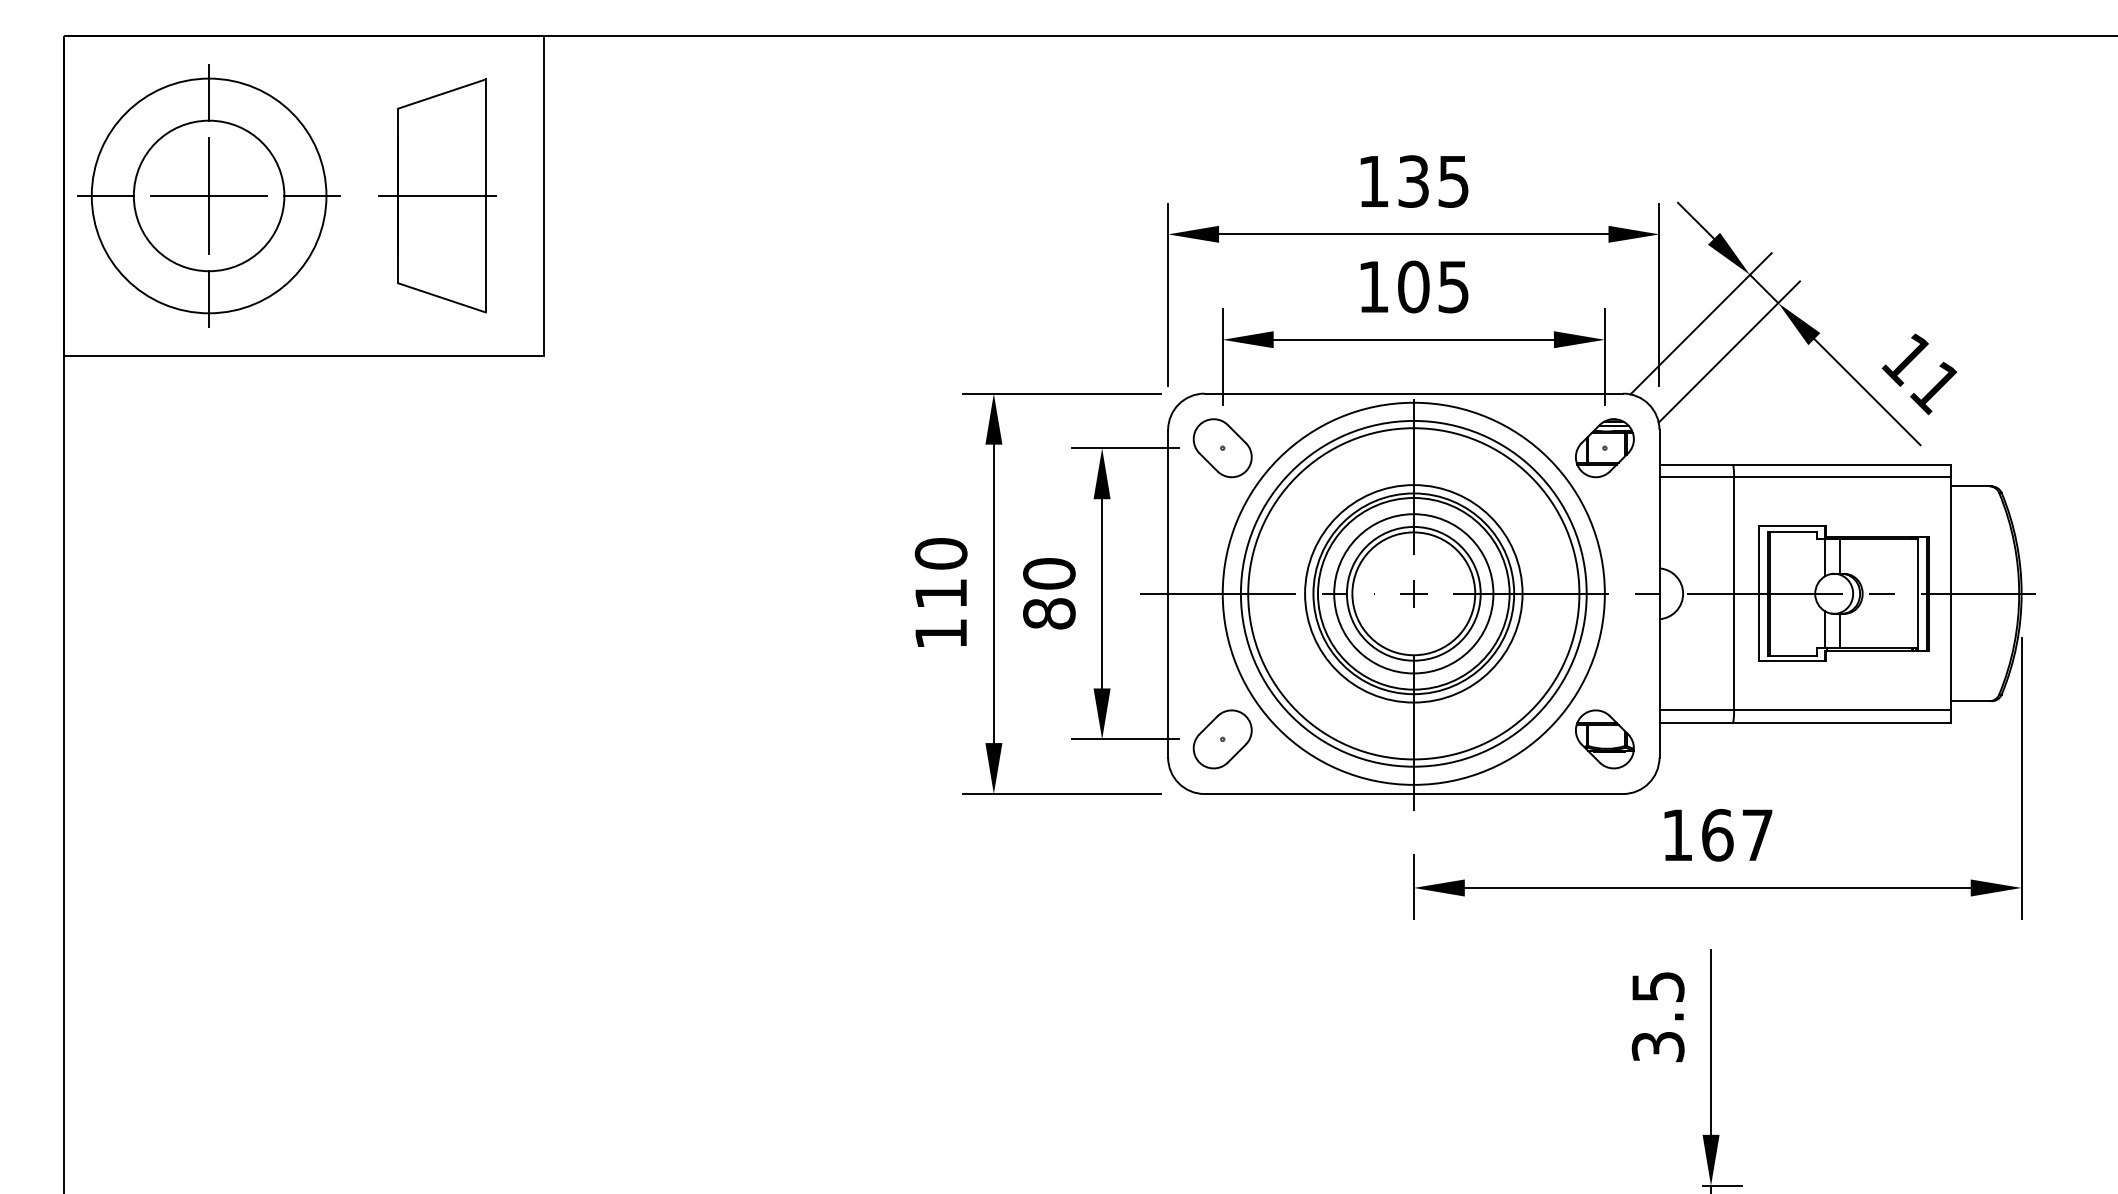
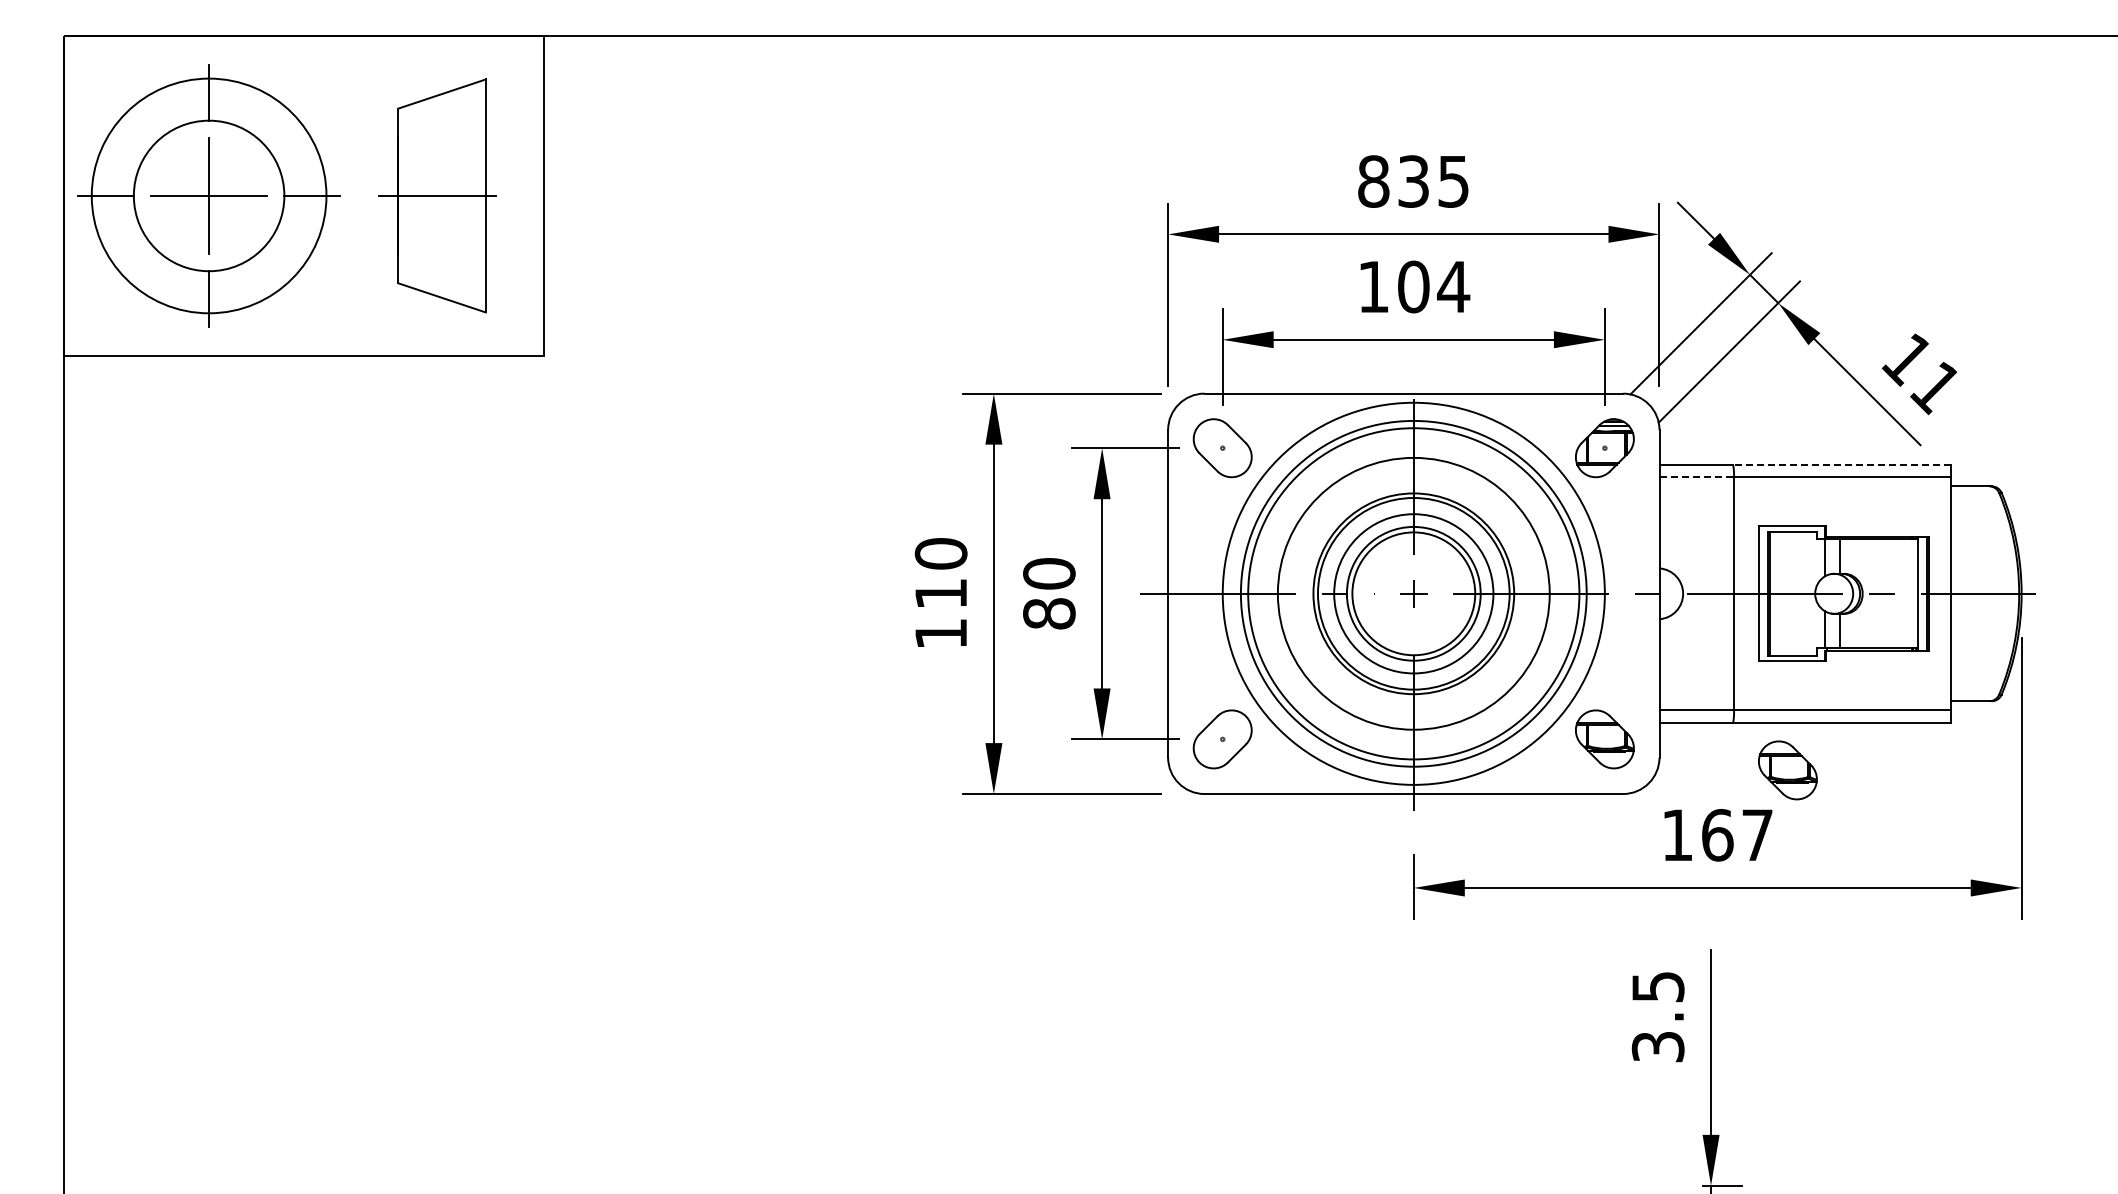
text at (1373, 181): 135 -> 835
text at (1453, 287): 105 -> 104
line at (1841, 464): solid -> dashed
line at (1697, 477): solid -> dashed
circle at (1413, 593) diameter: 217 px -> 272 px
part at (1787, 770): none -> present
